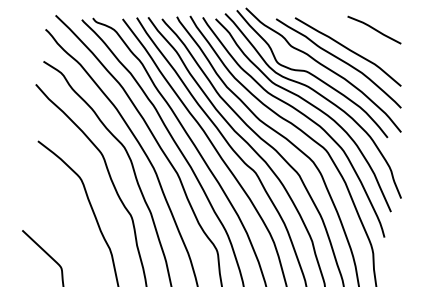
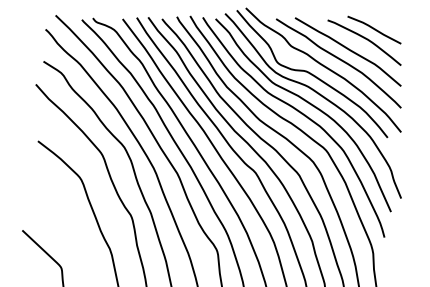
curve at (365, 39): none -> present
